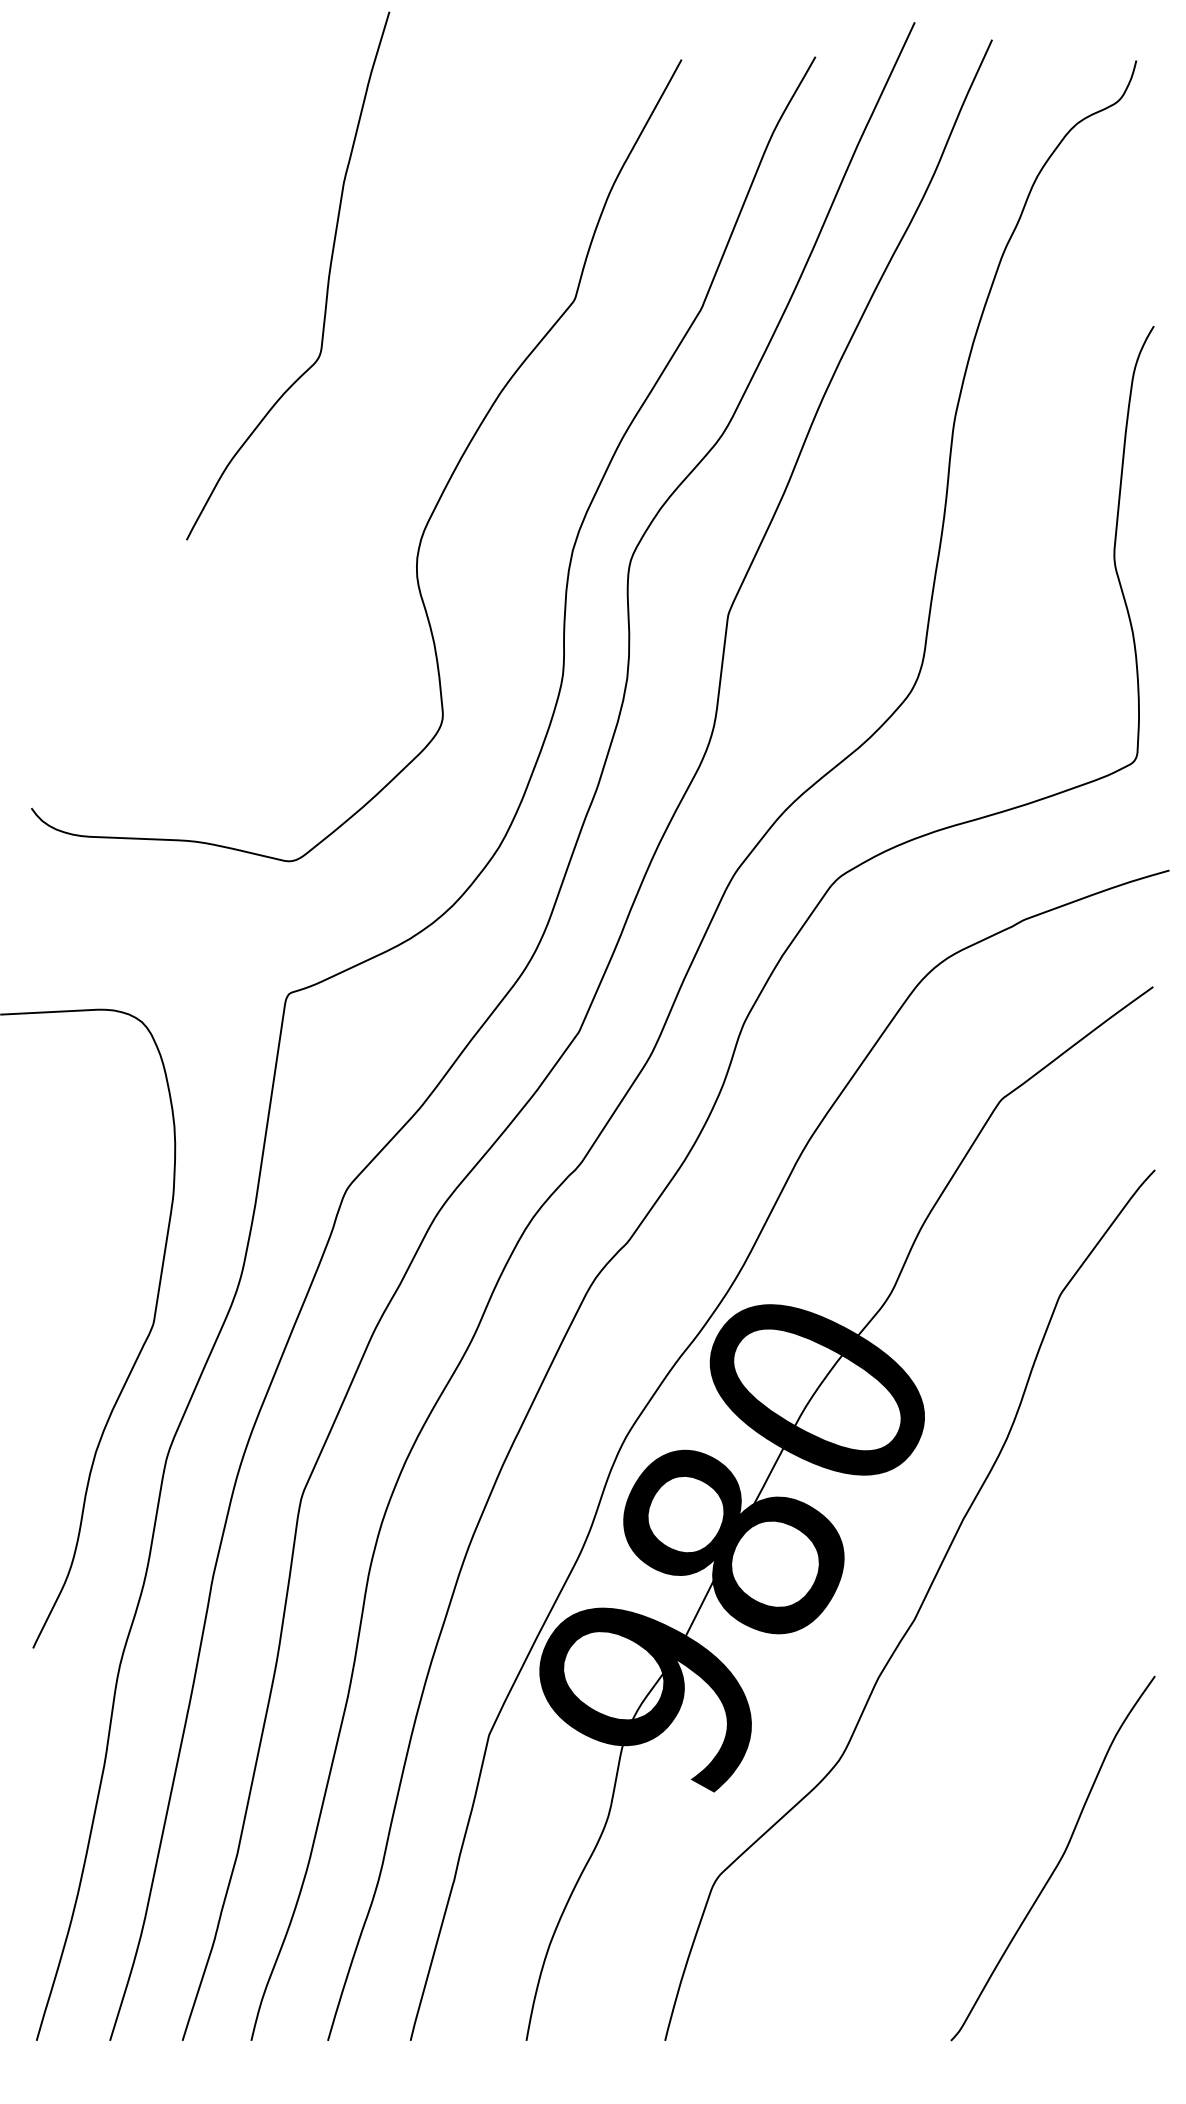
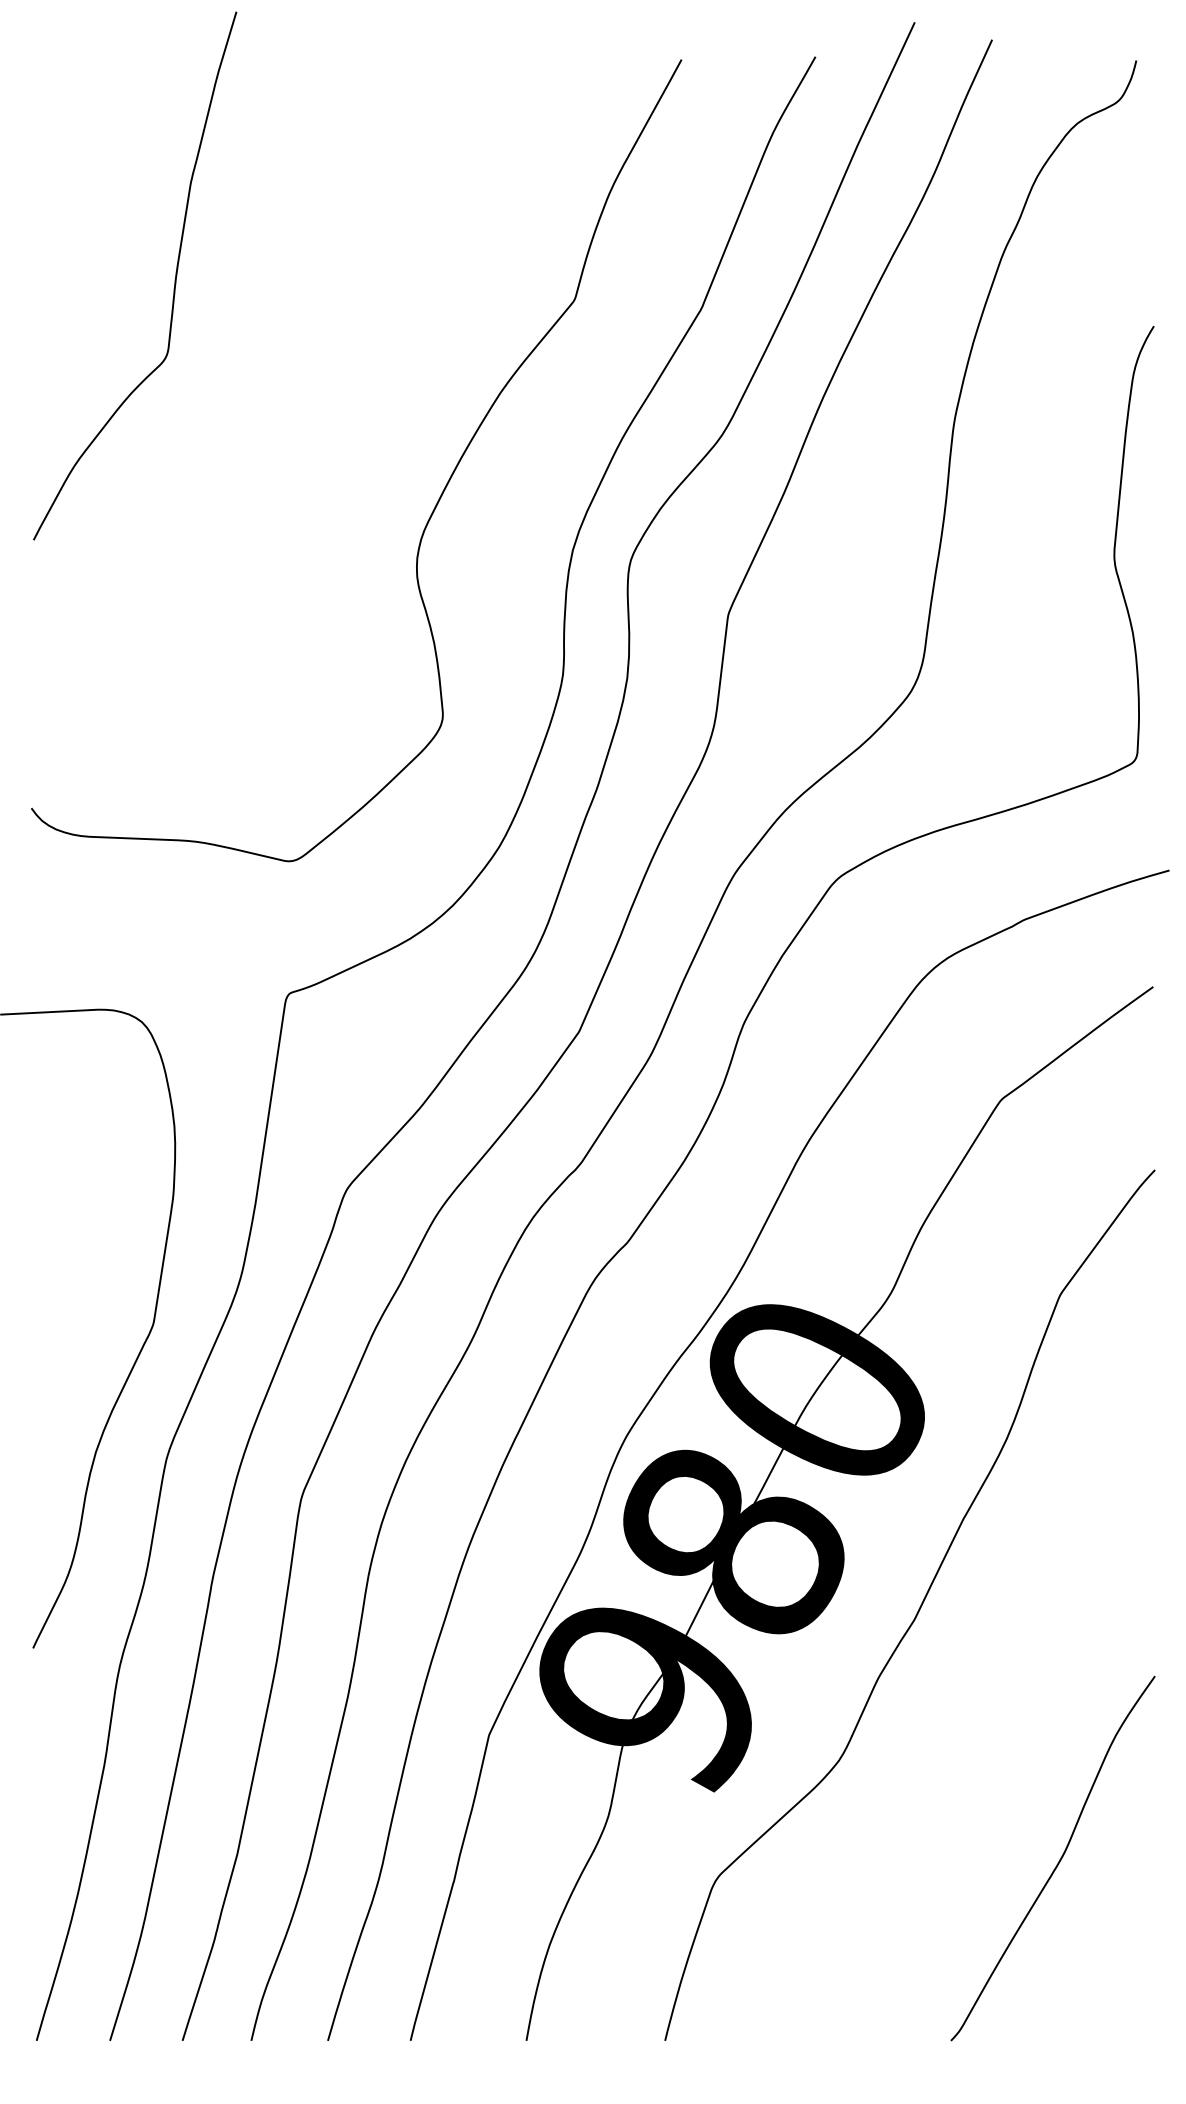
curve at (327, 279) position: (327, 279) -> (174, 279)
